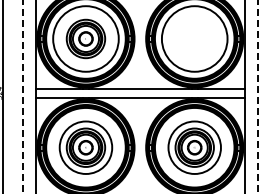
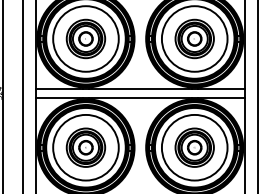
part at (194, 38): none -> present
line at (22, 96): dashed -> solid
line at (257, 96): dashed -> solid
circle at (85, 147) diameter: 52 px -> 66 px
circle at (194, 147) diameter: 52 px -> 66 px
